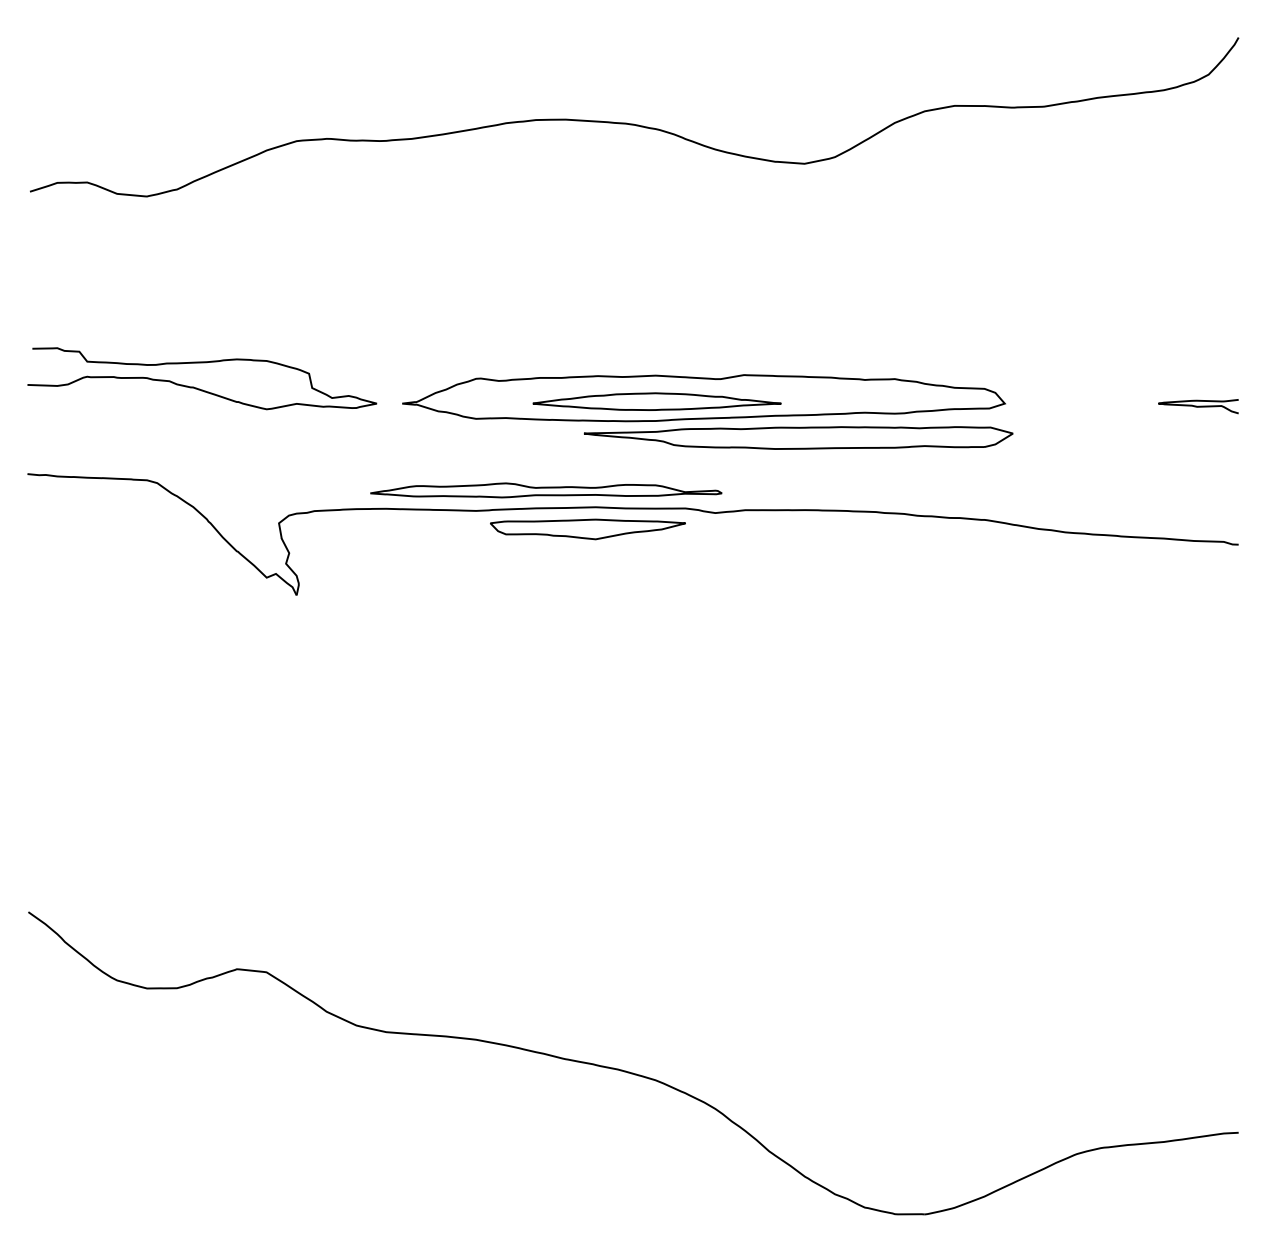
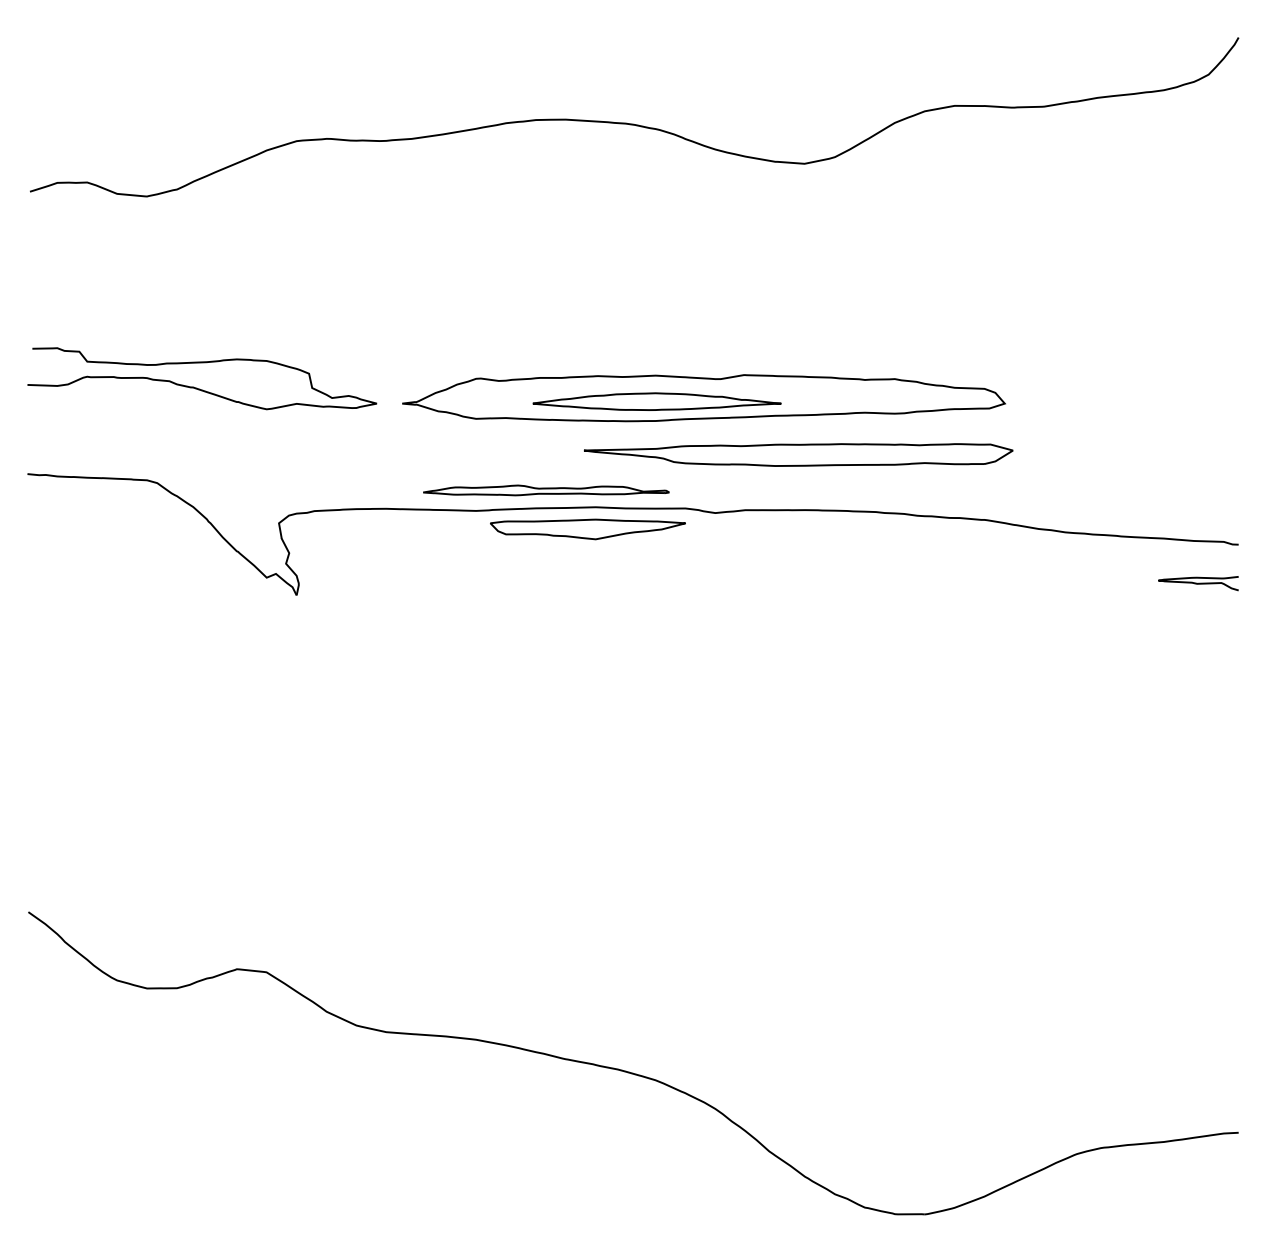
curve at (1198, 406) position: (1198, 406) -> (1198, 583)
part at (798, 437) position: (798, 437) -> (798, 454)
part at (546, 490) size: 353x17 px -> 247x13 px
